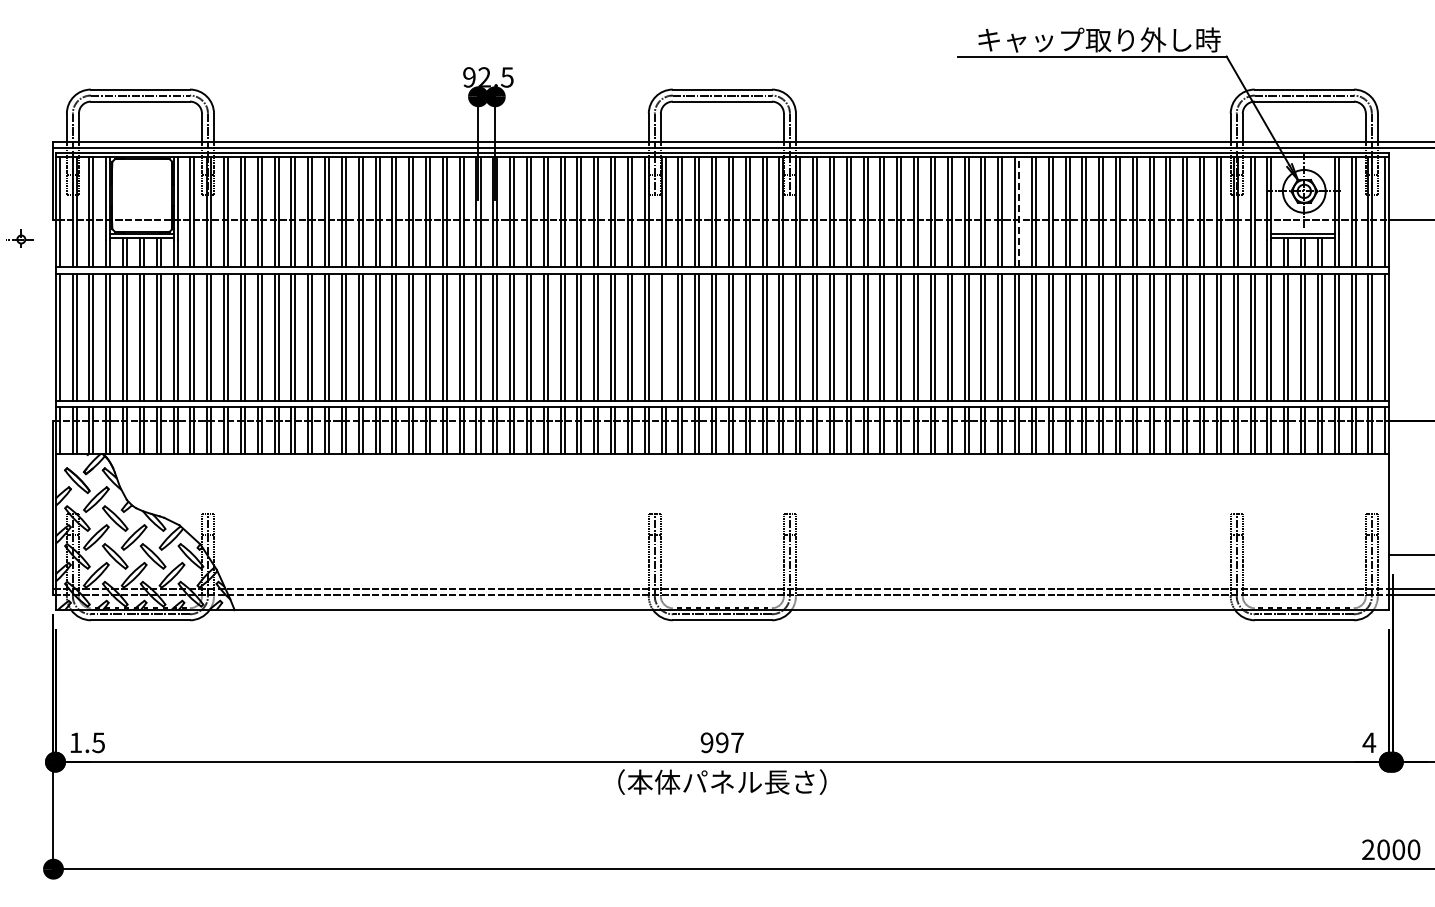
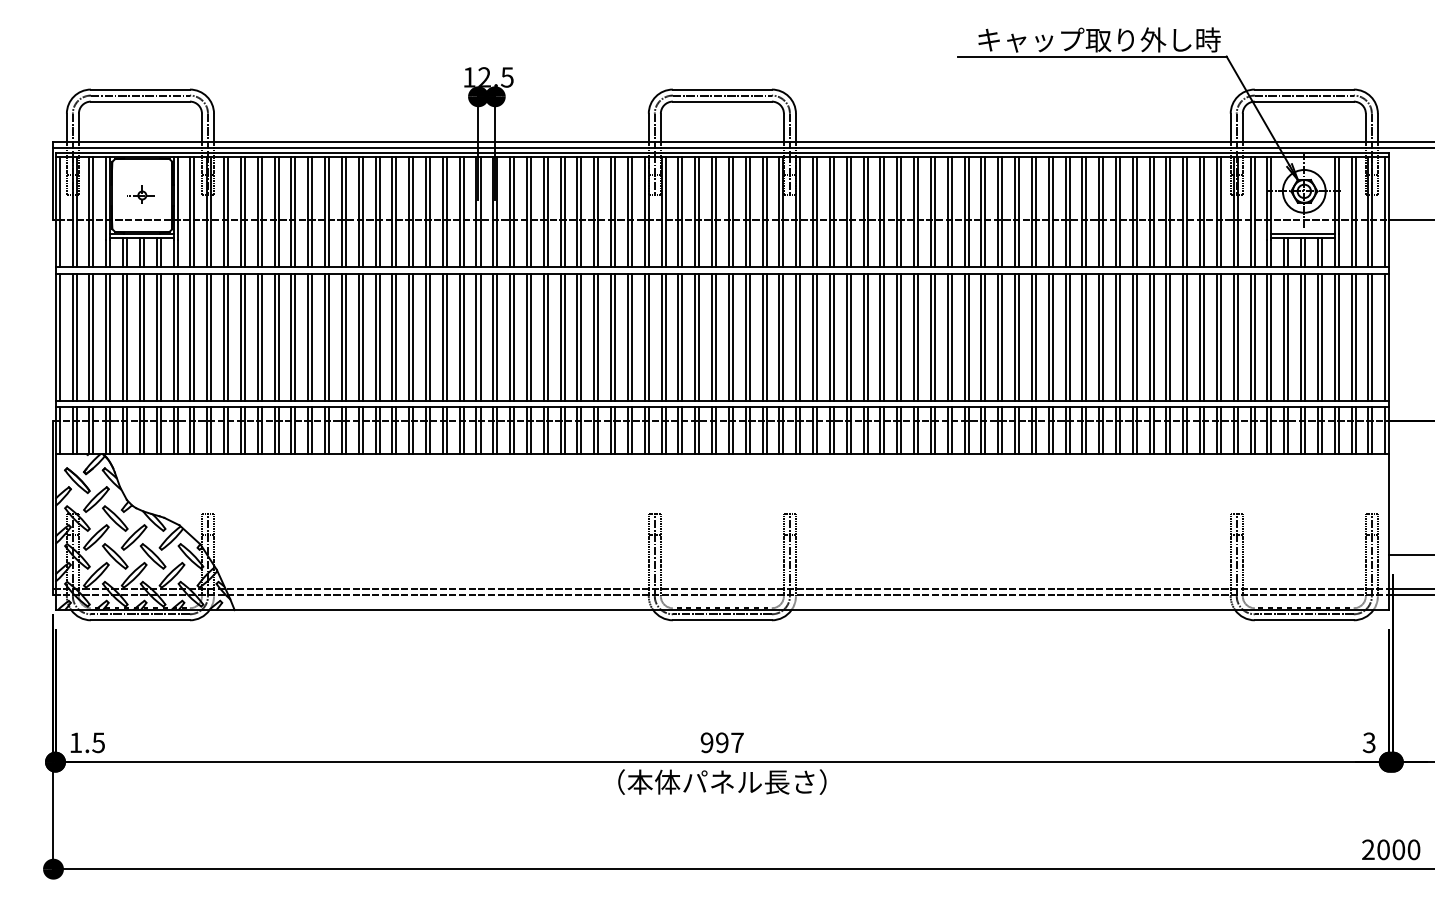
text at (469, 77): 92.5 -> 12.5
line at (1019, 212): dashed -> solid
part at (19, 238) position: (19, 238) -> (140, 194)
line at (665, 336): none -> present
text at (1369, 742): 4 -> 3
